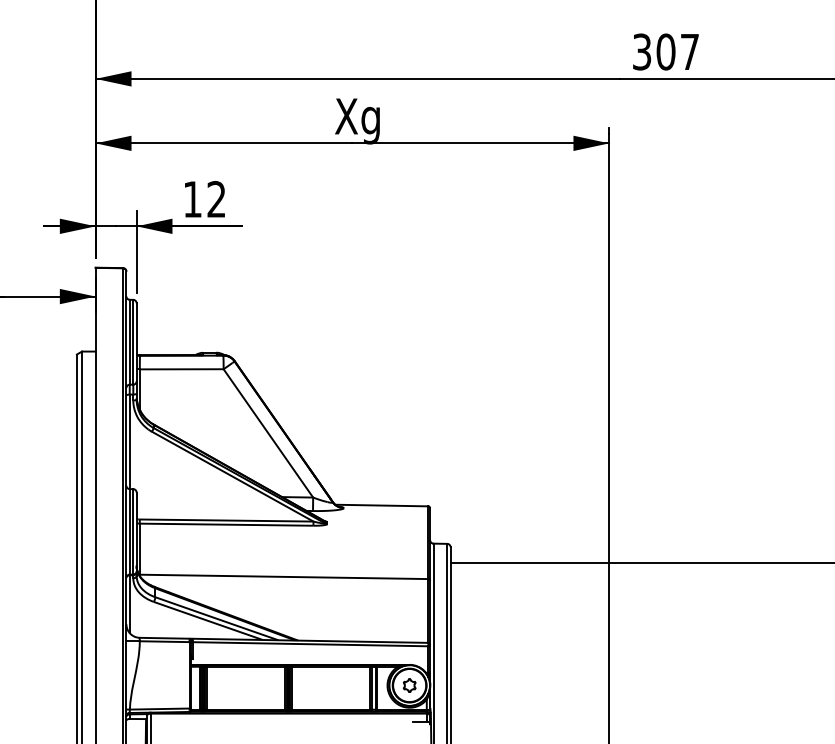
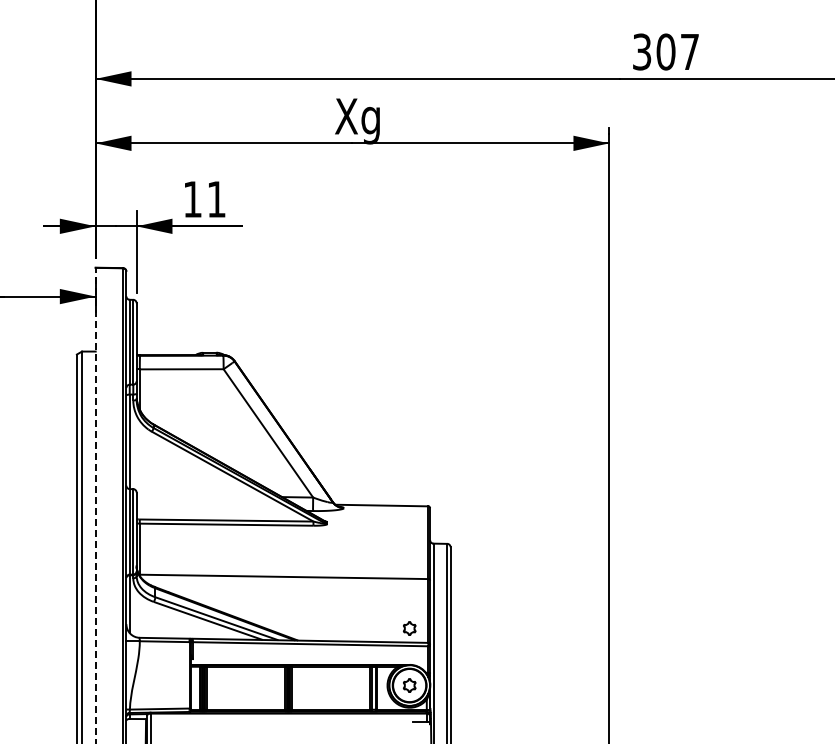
text at (216, 199): 12 -> 11
line at (95, 505): solid -> dashed
line at (640, 562): present -> none
part at (409, 628): none -> present
